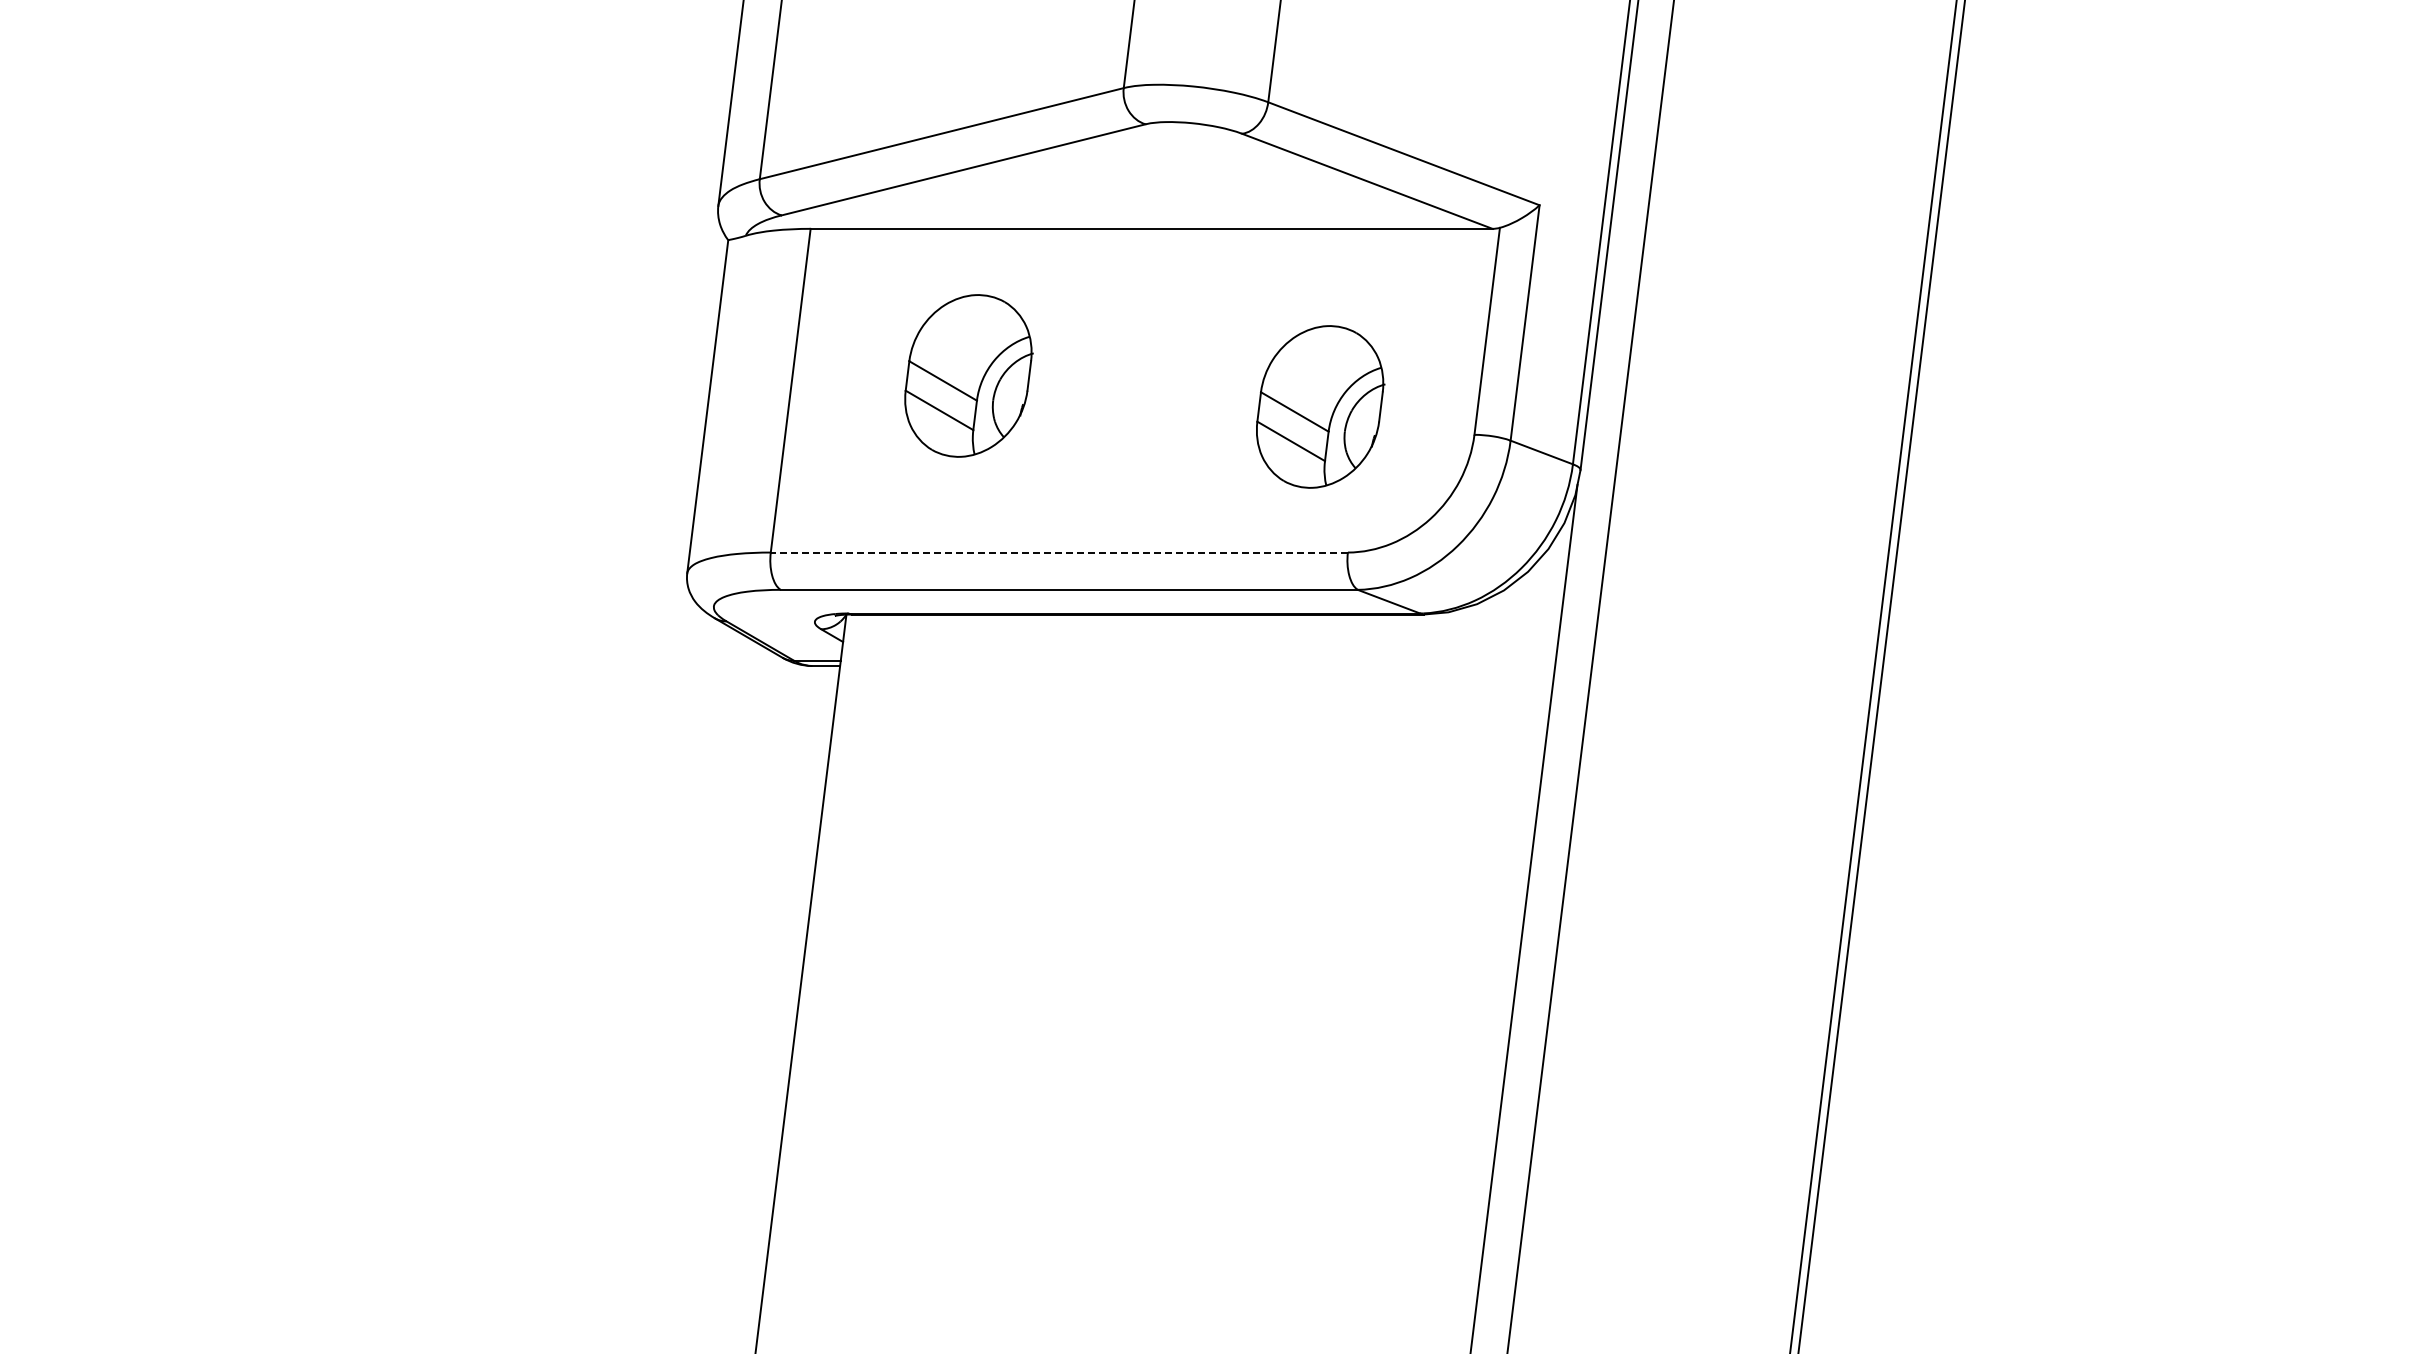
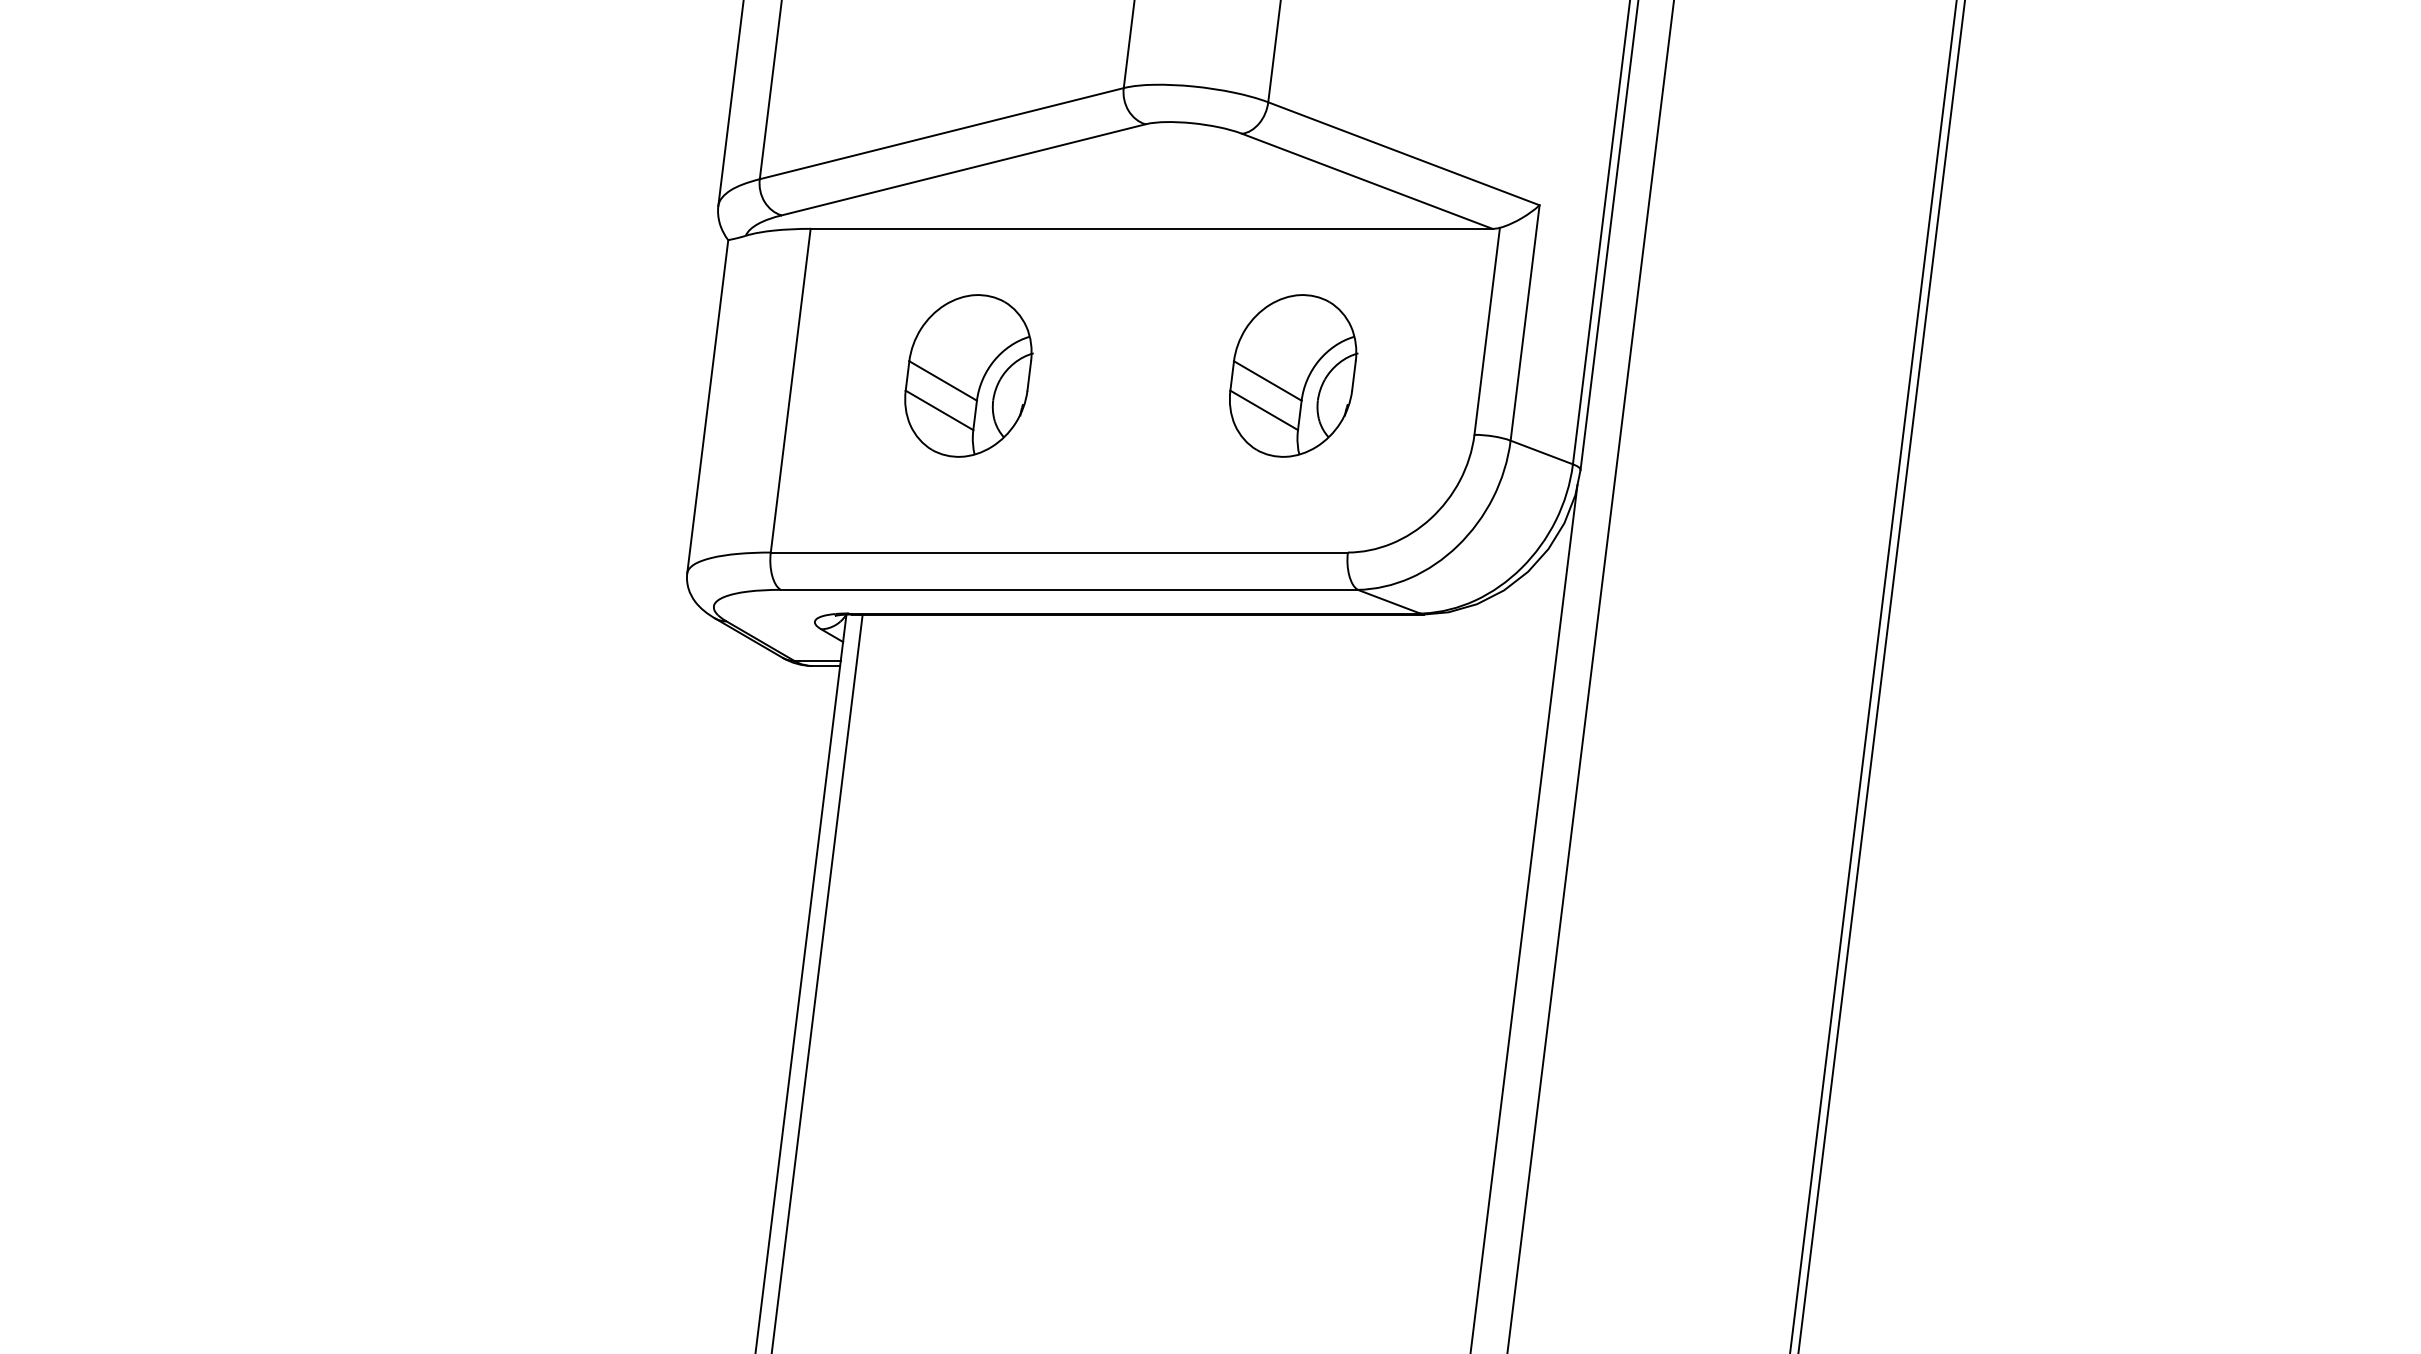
part at (1320, 406) position: (1320, 406) -> (1293, 375)
line at (1059, 552): dashed -> solid
line at (817, 982): none -> present
